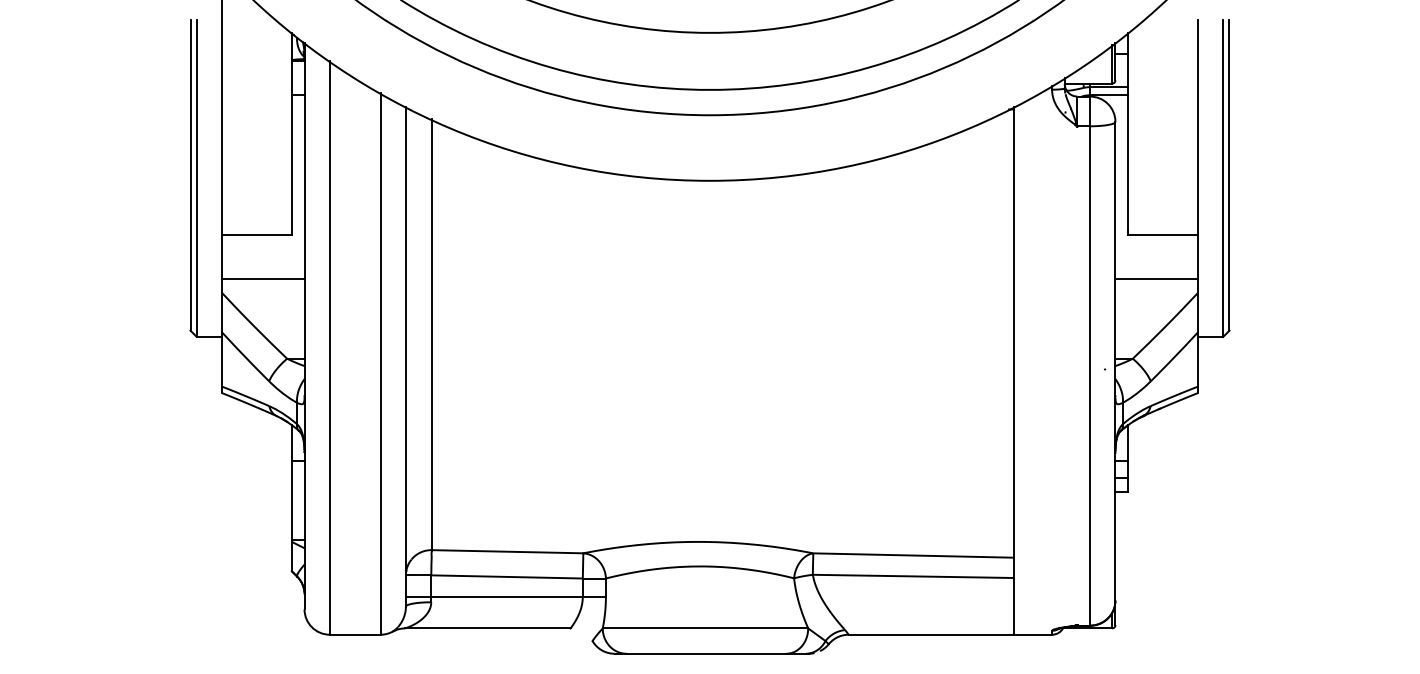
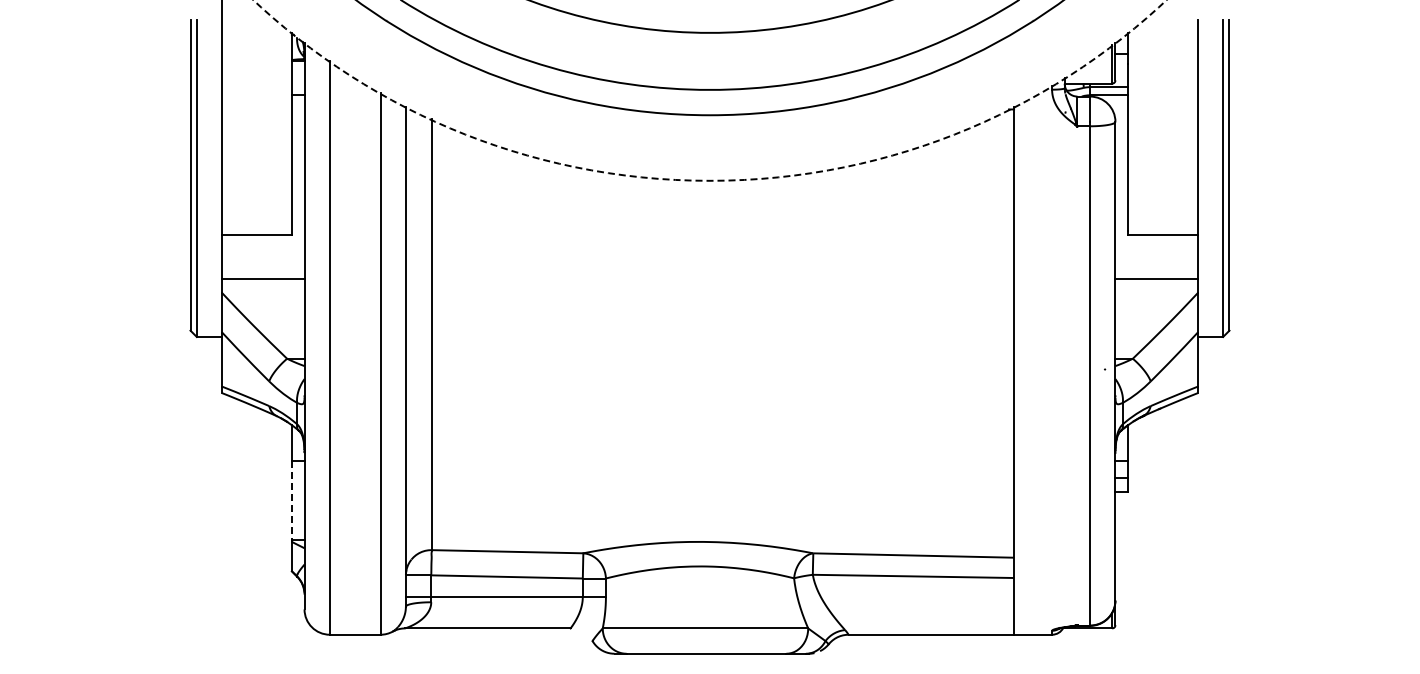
arc at (709, 180): solid -> dashed
line at (291, 500): solid -> dashed
